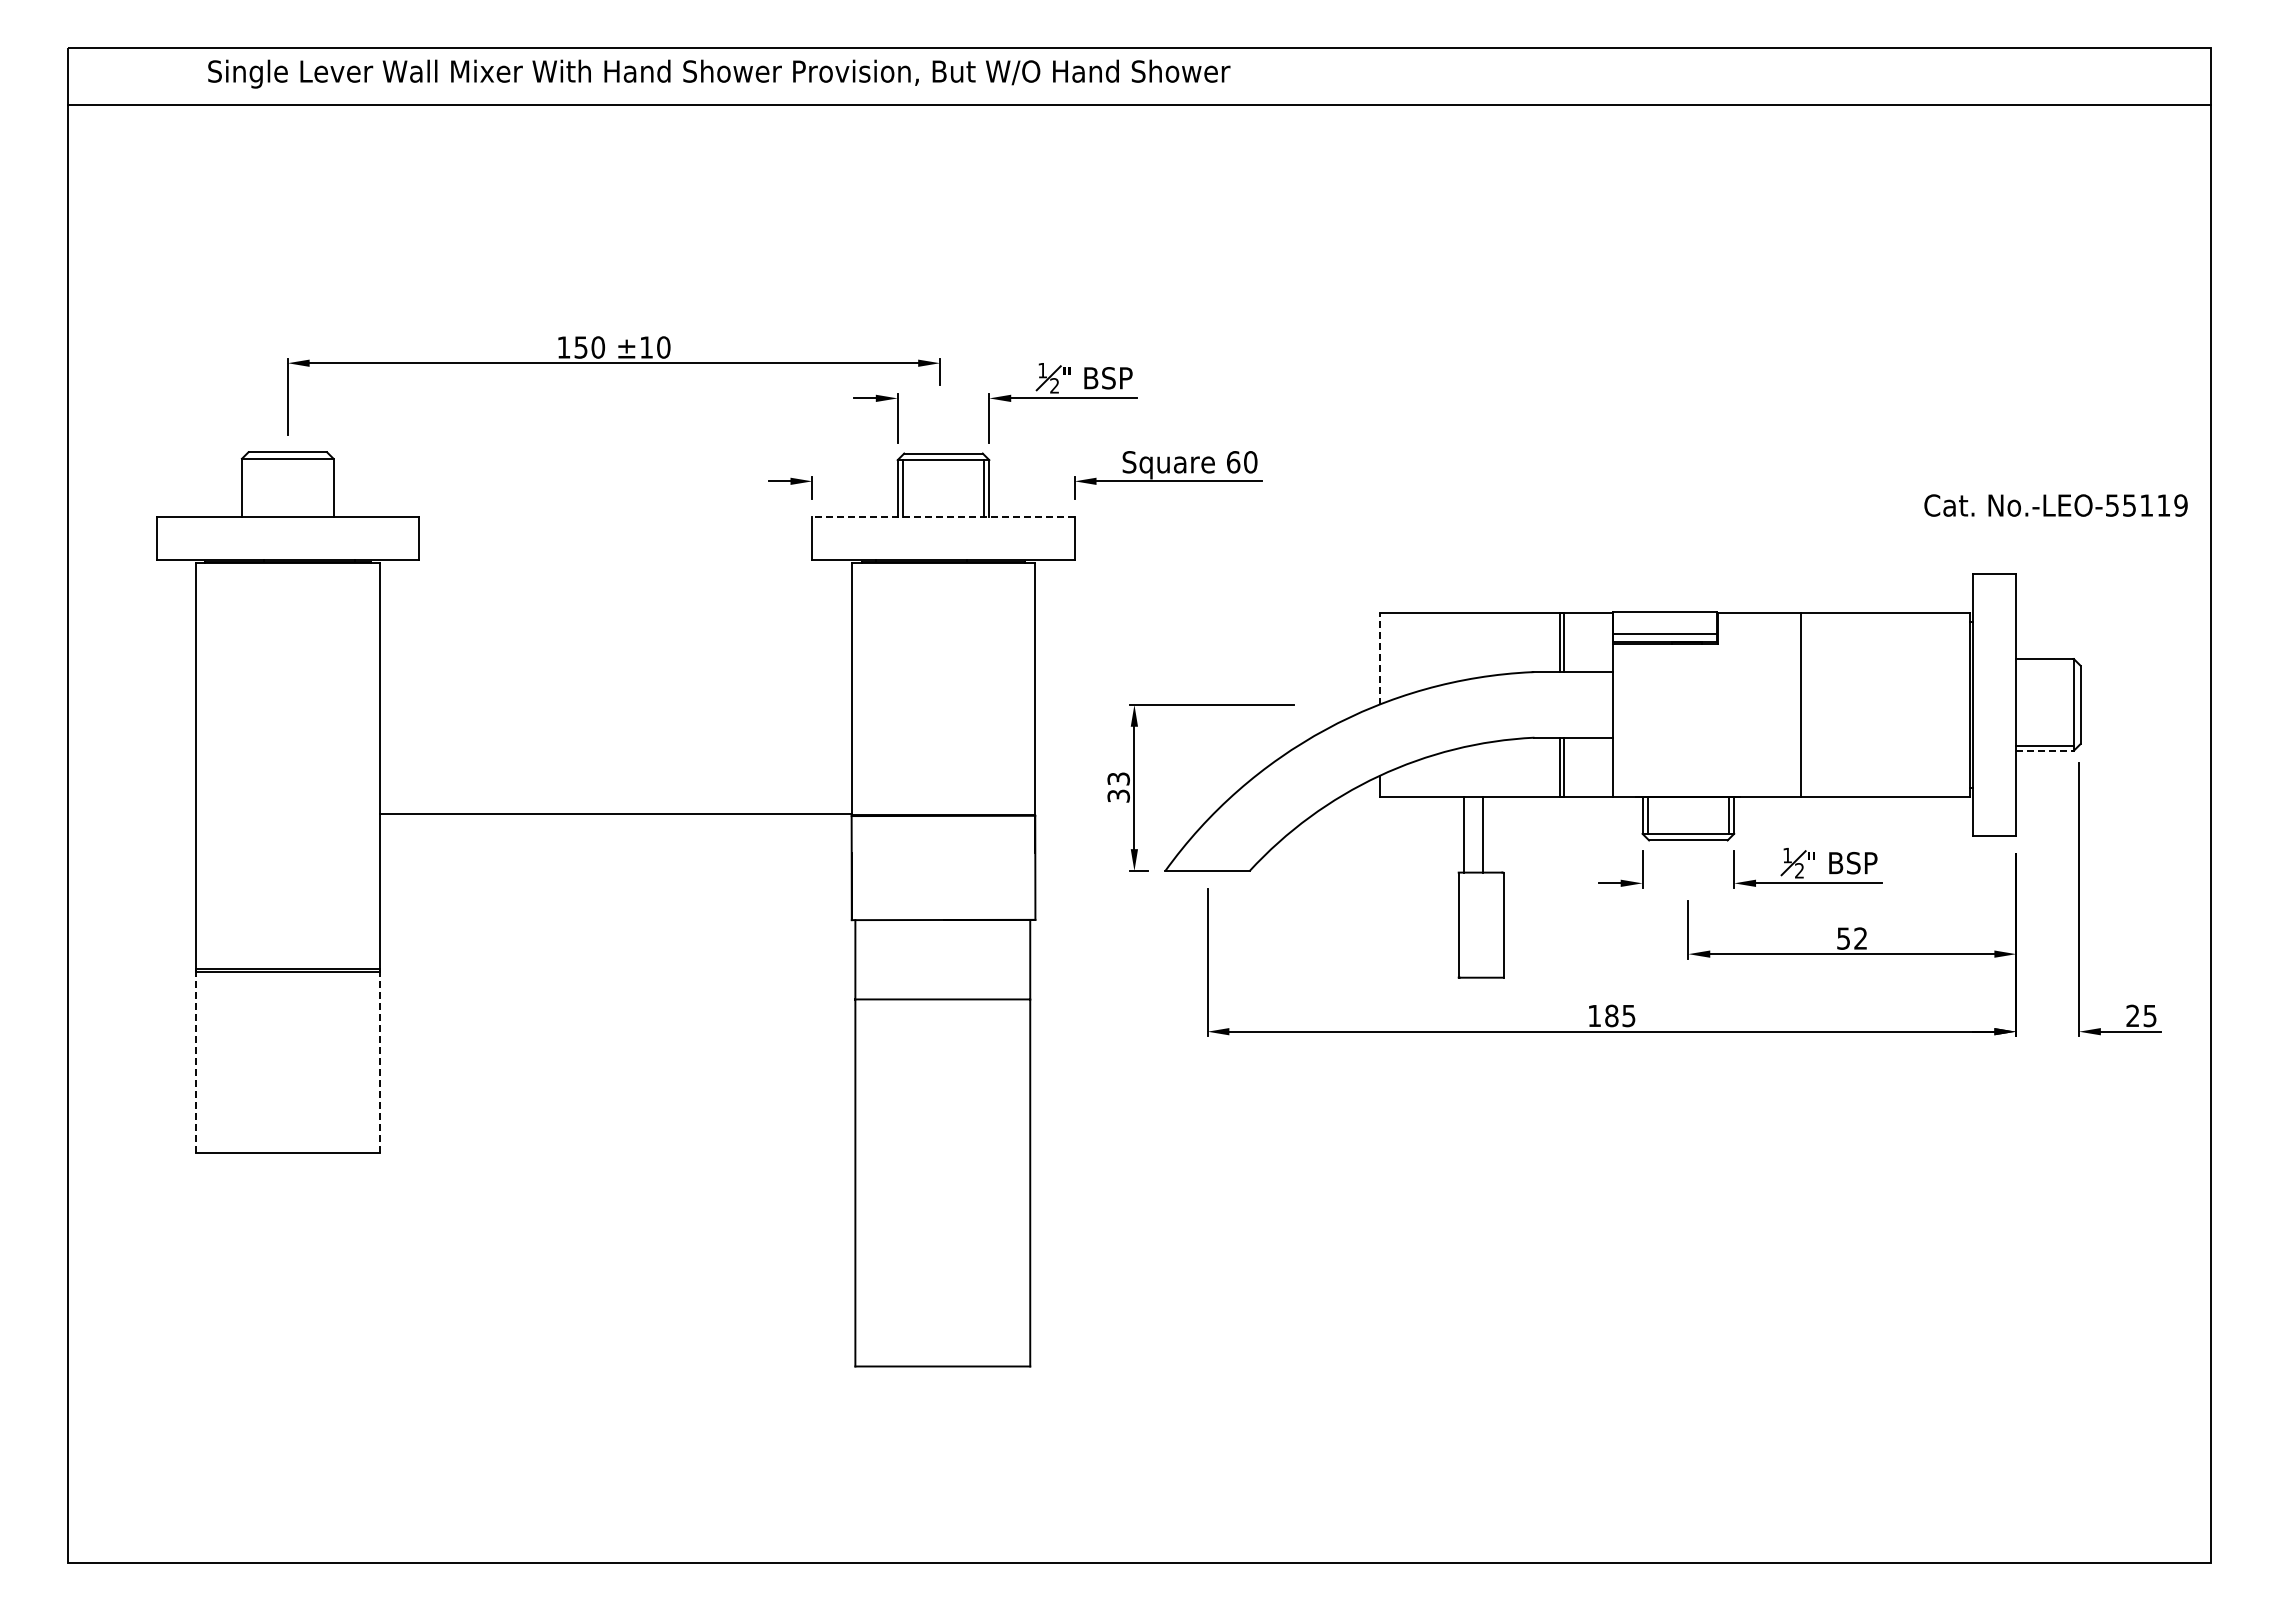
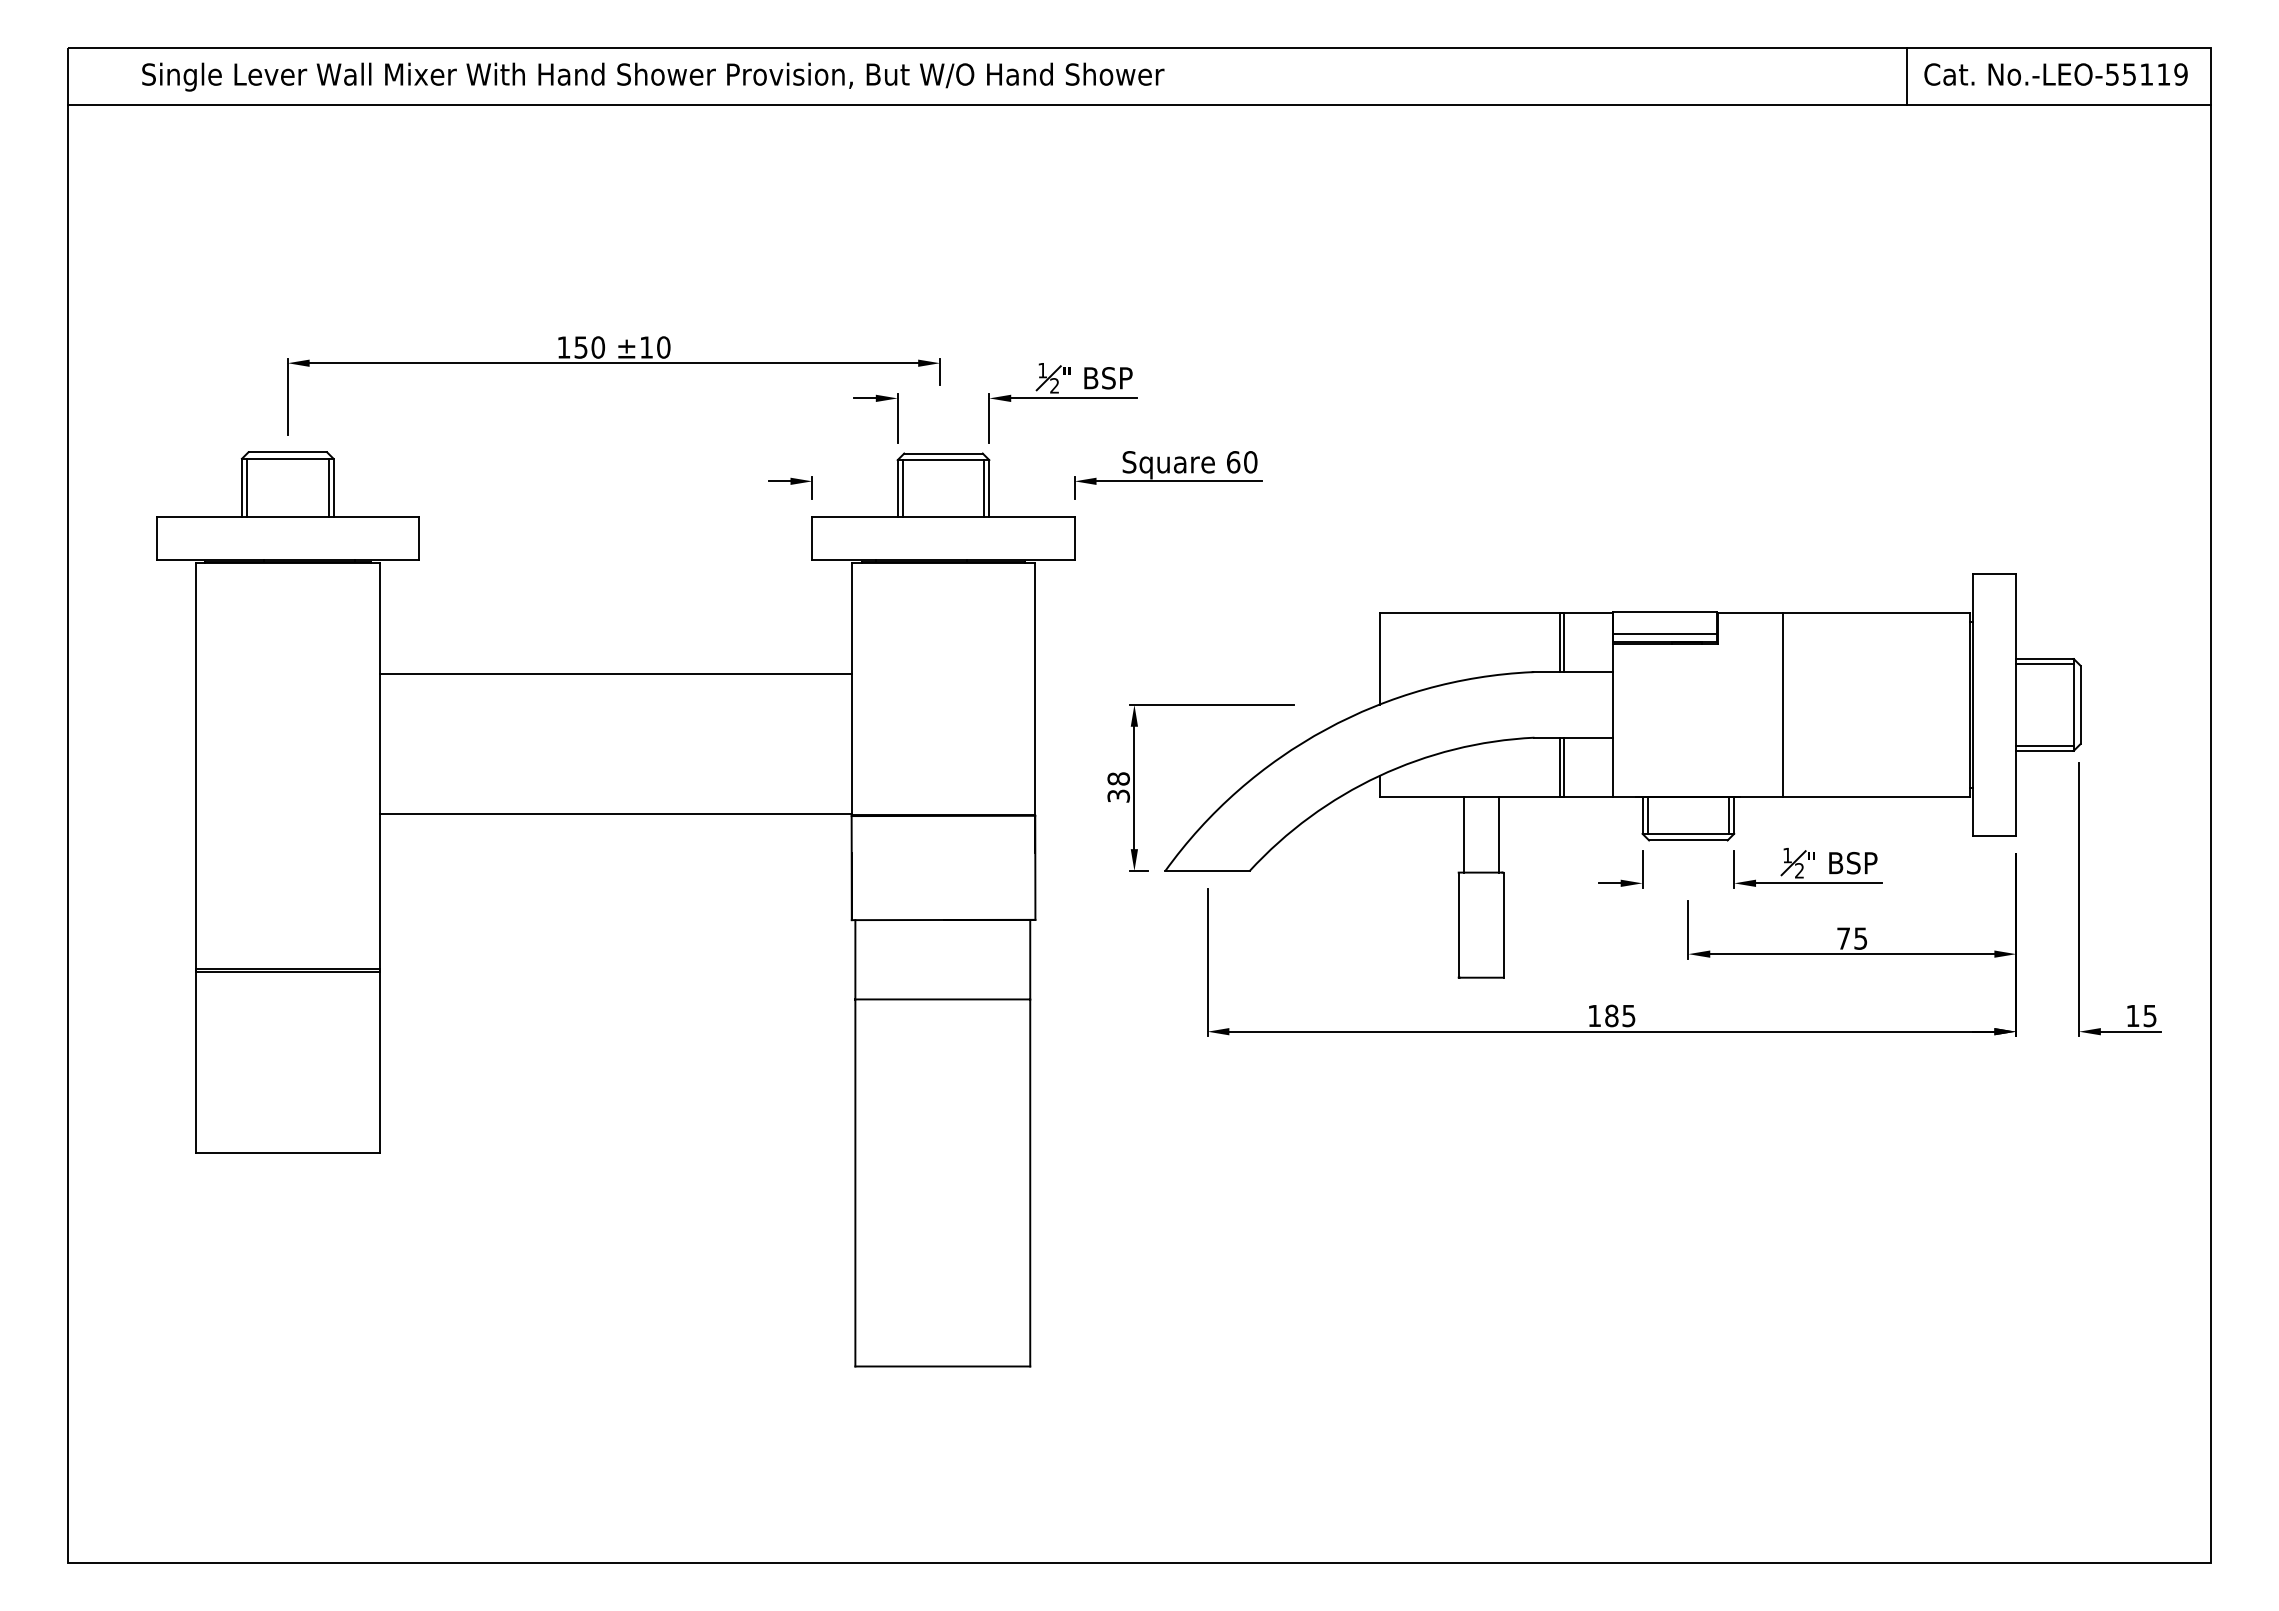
text at (719, 73) position: (719, 73) -> (653, 76)
line at (1907, 76): none -> present
line at (247, 487): none -> present
line at (328, 487): none -> present
text at (2055, 505) position: (2055, 505) -> (2055, 74)
line at (943, 516): dashed -> solid
line at (1379, 658): dashed -> solid
line at (2044, 664): none -> present
line at (615, 673): none -> present
line at (1801, 704) position: (1801, 704) -> (1783, 704)
line at (2044, 750): dashed -> solid
text at (1118, 778): 33 -> 38
line at (1482, 834) position: (1482, 834) -> (1498, 834)
text at (1852, 938): 52 -> 75
text at (2132, 1015): 25 -> 15
line at (195, 1060): dashed -> solid
line at (379, 1060): dashed -> solid
